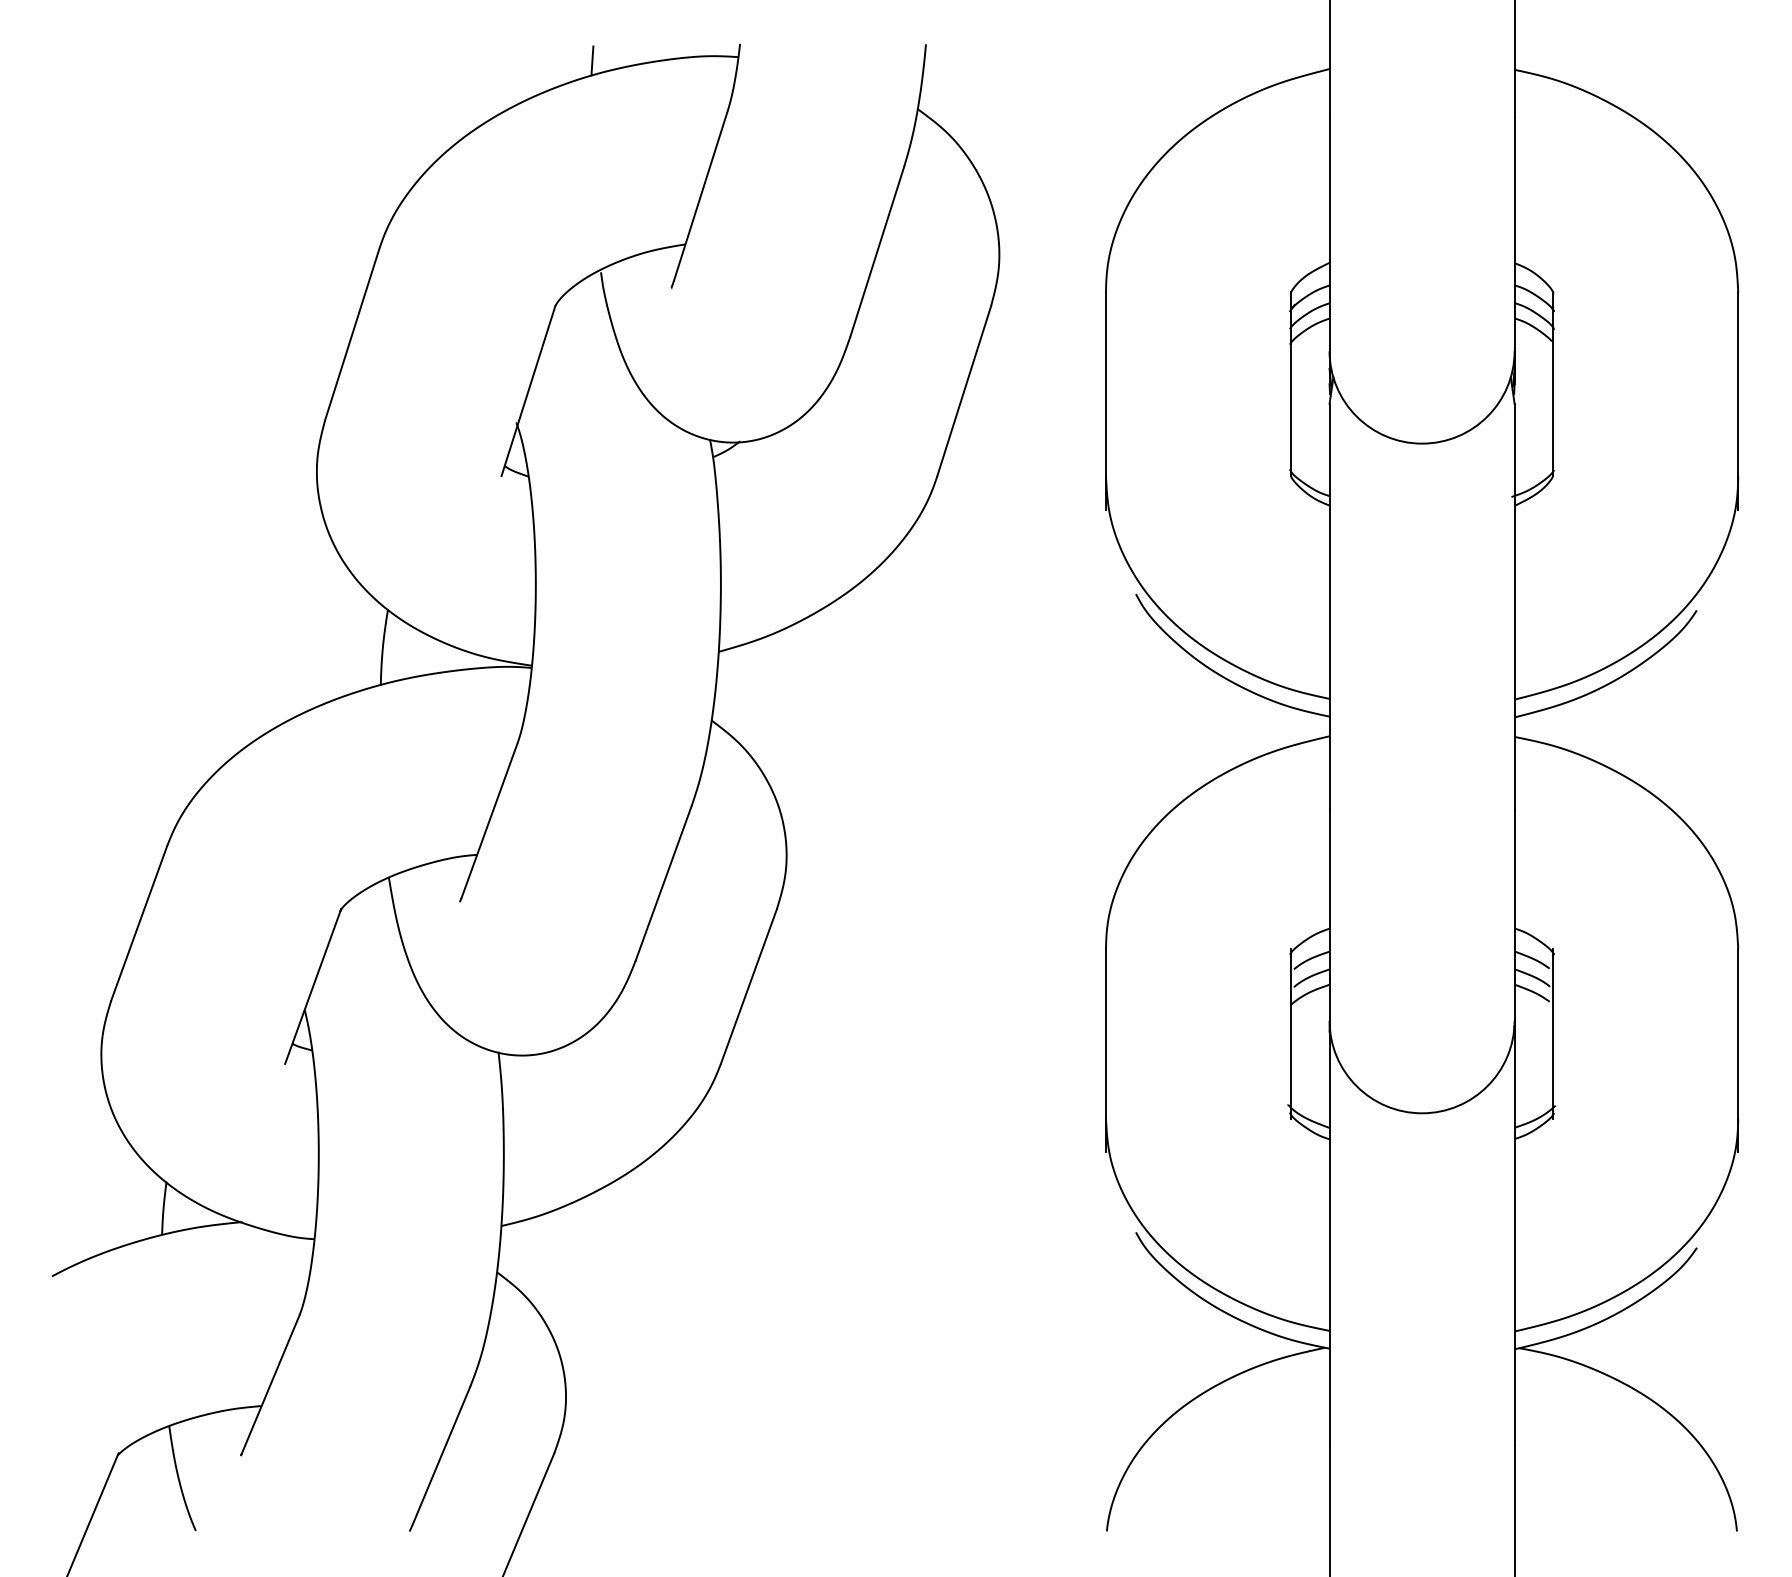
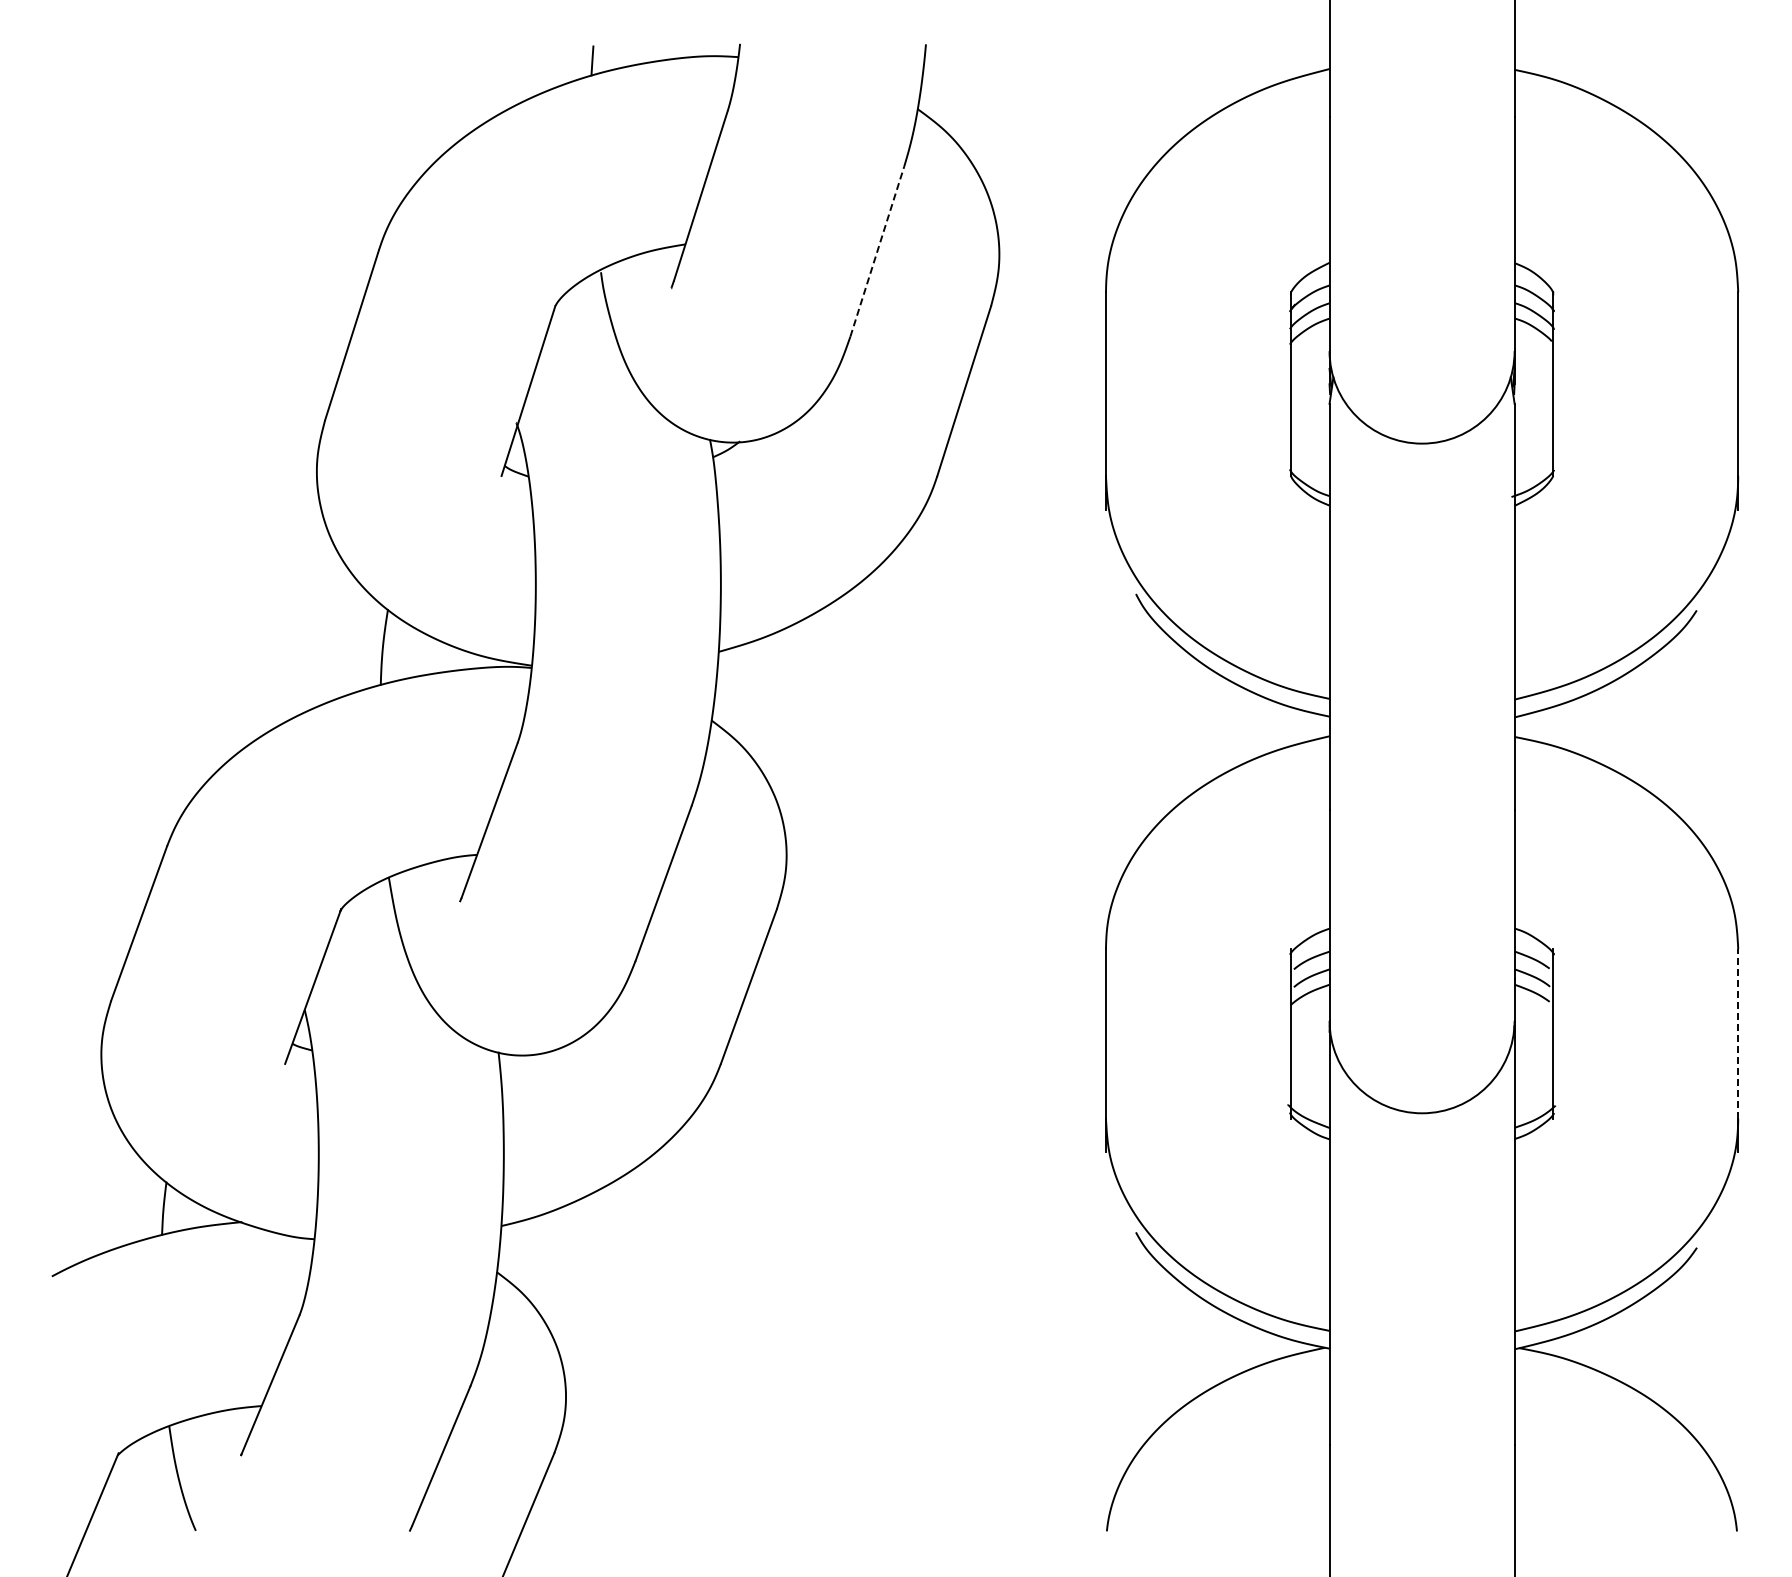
line at (877, 251): solid -> dashed
line at (1738, 1033): solid -> dashed
